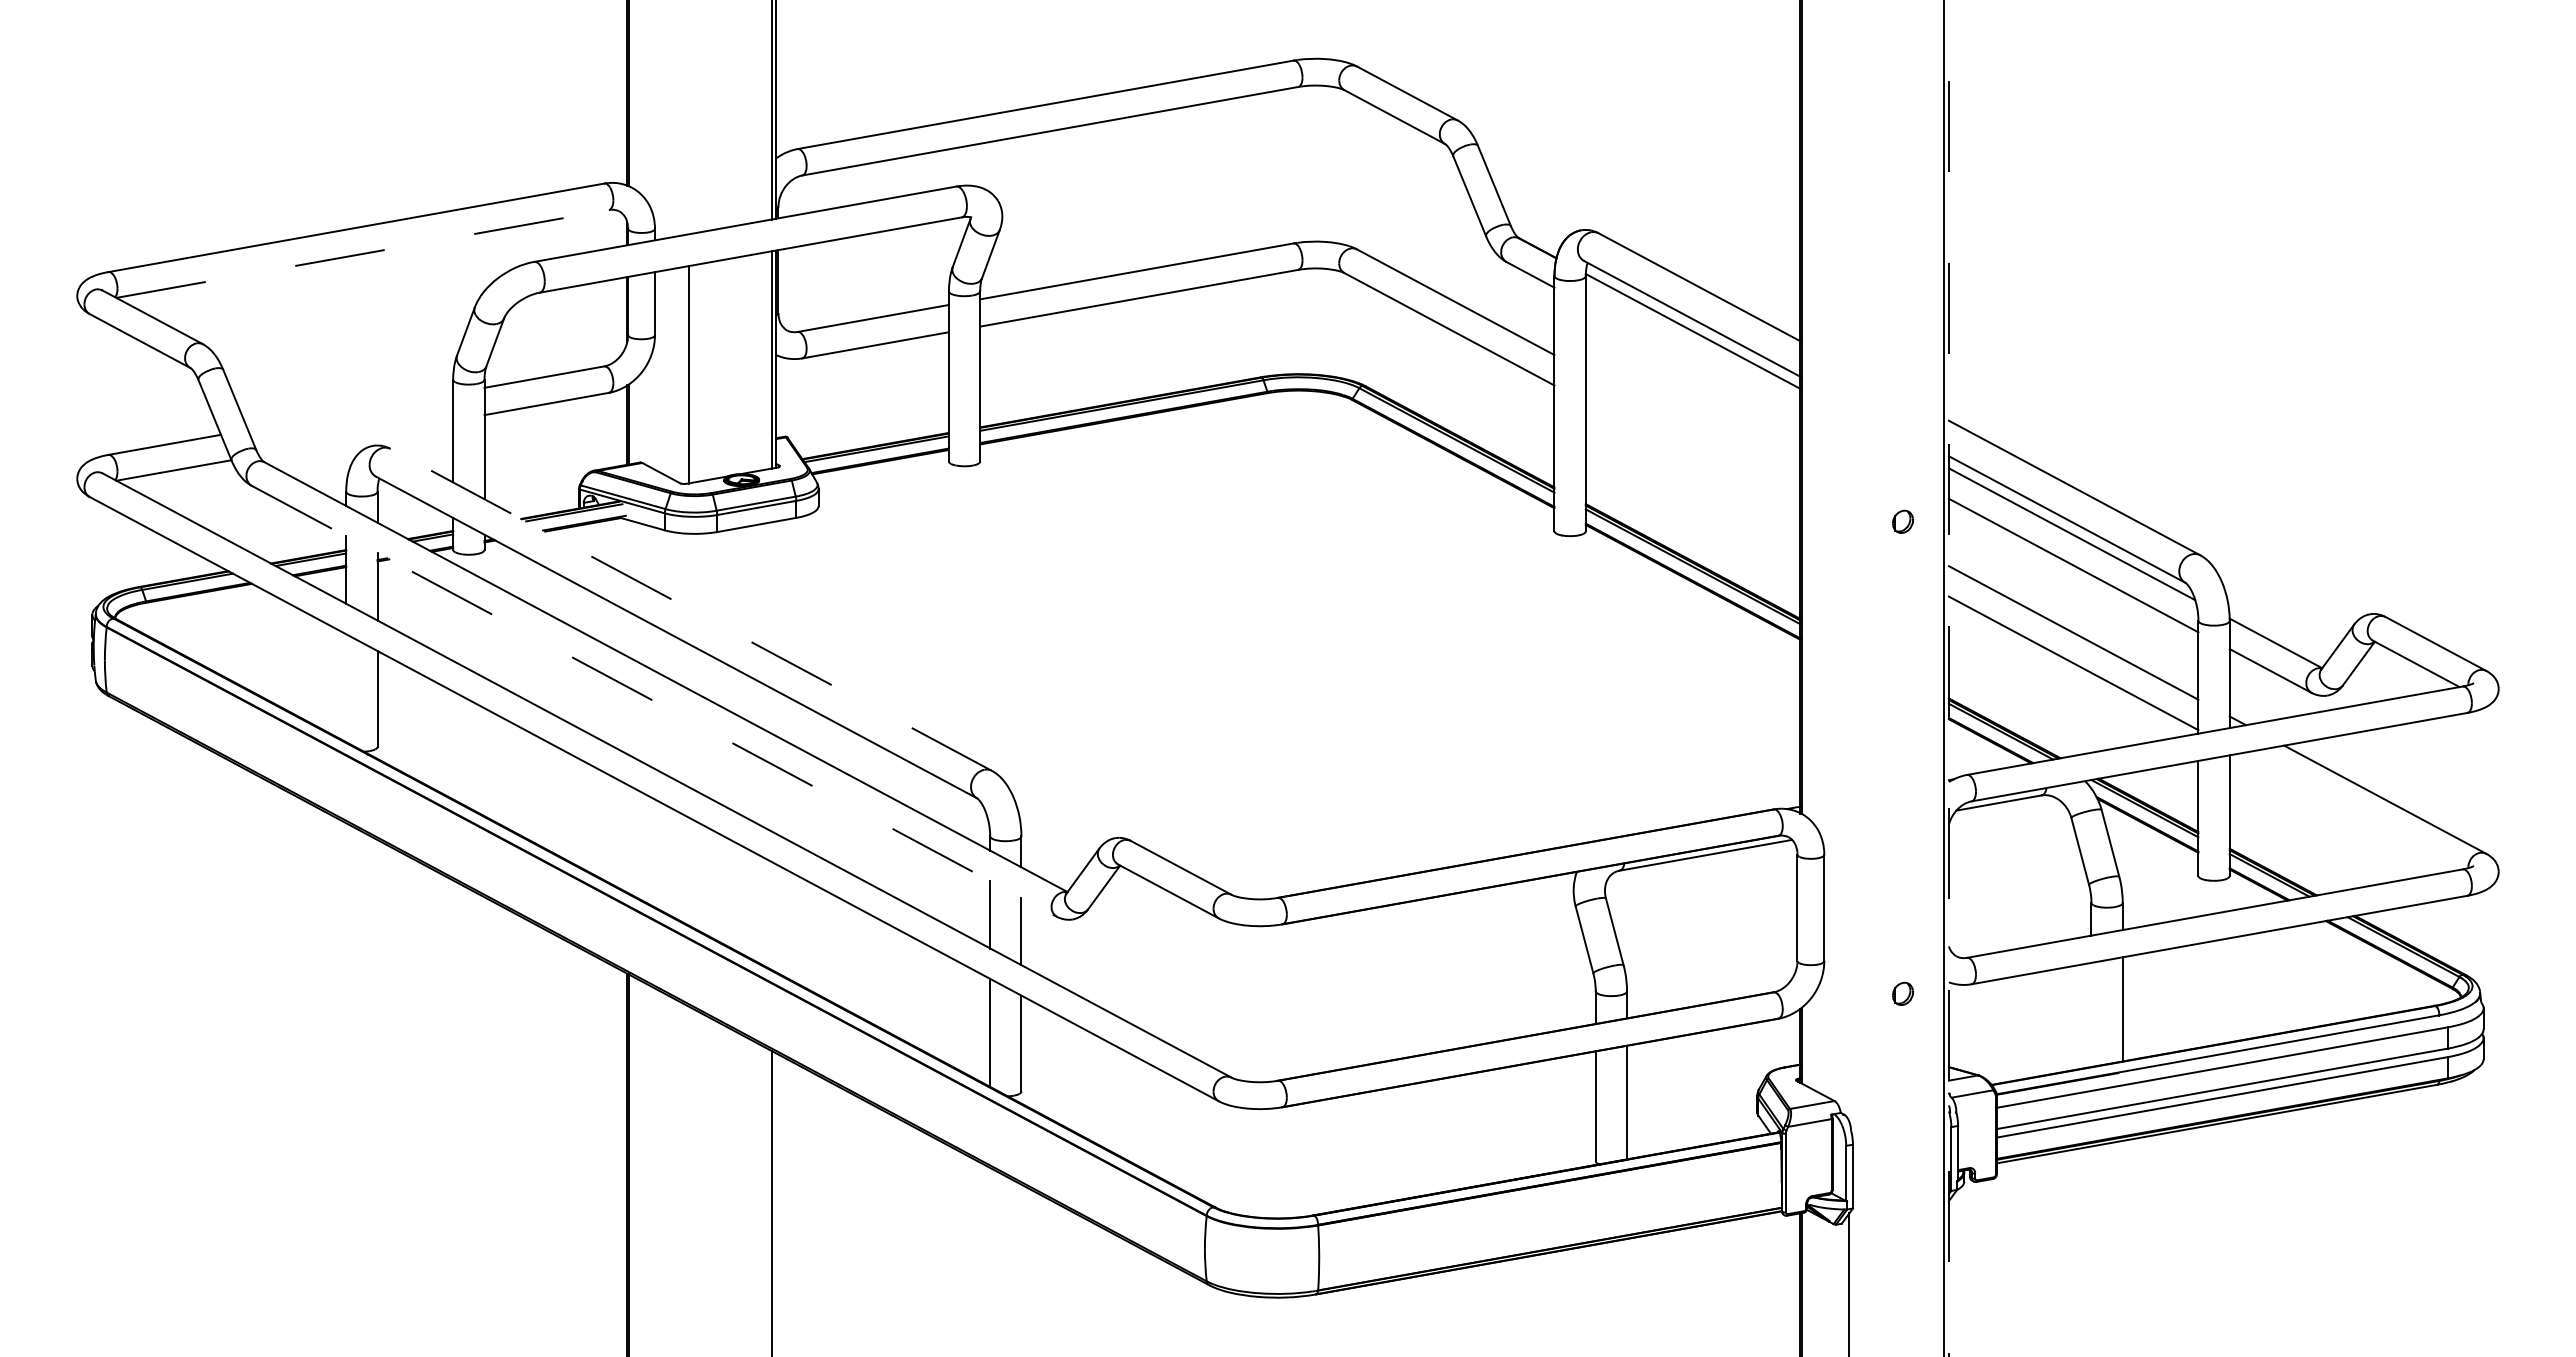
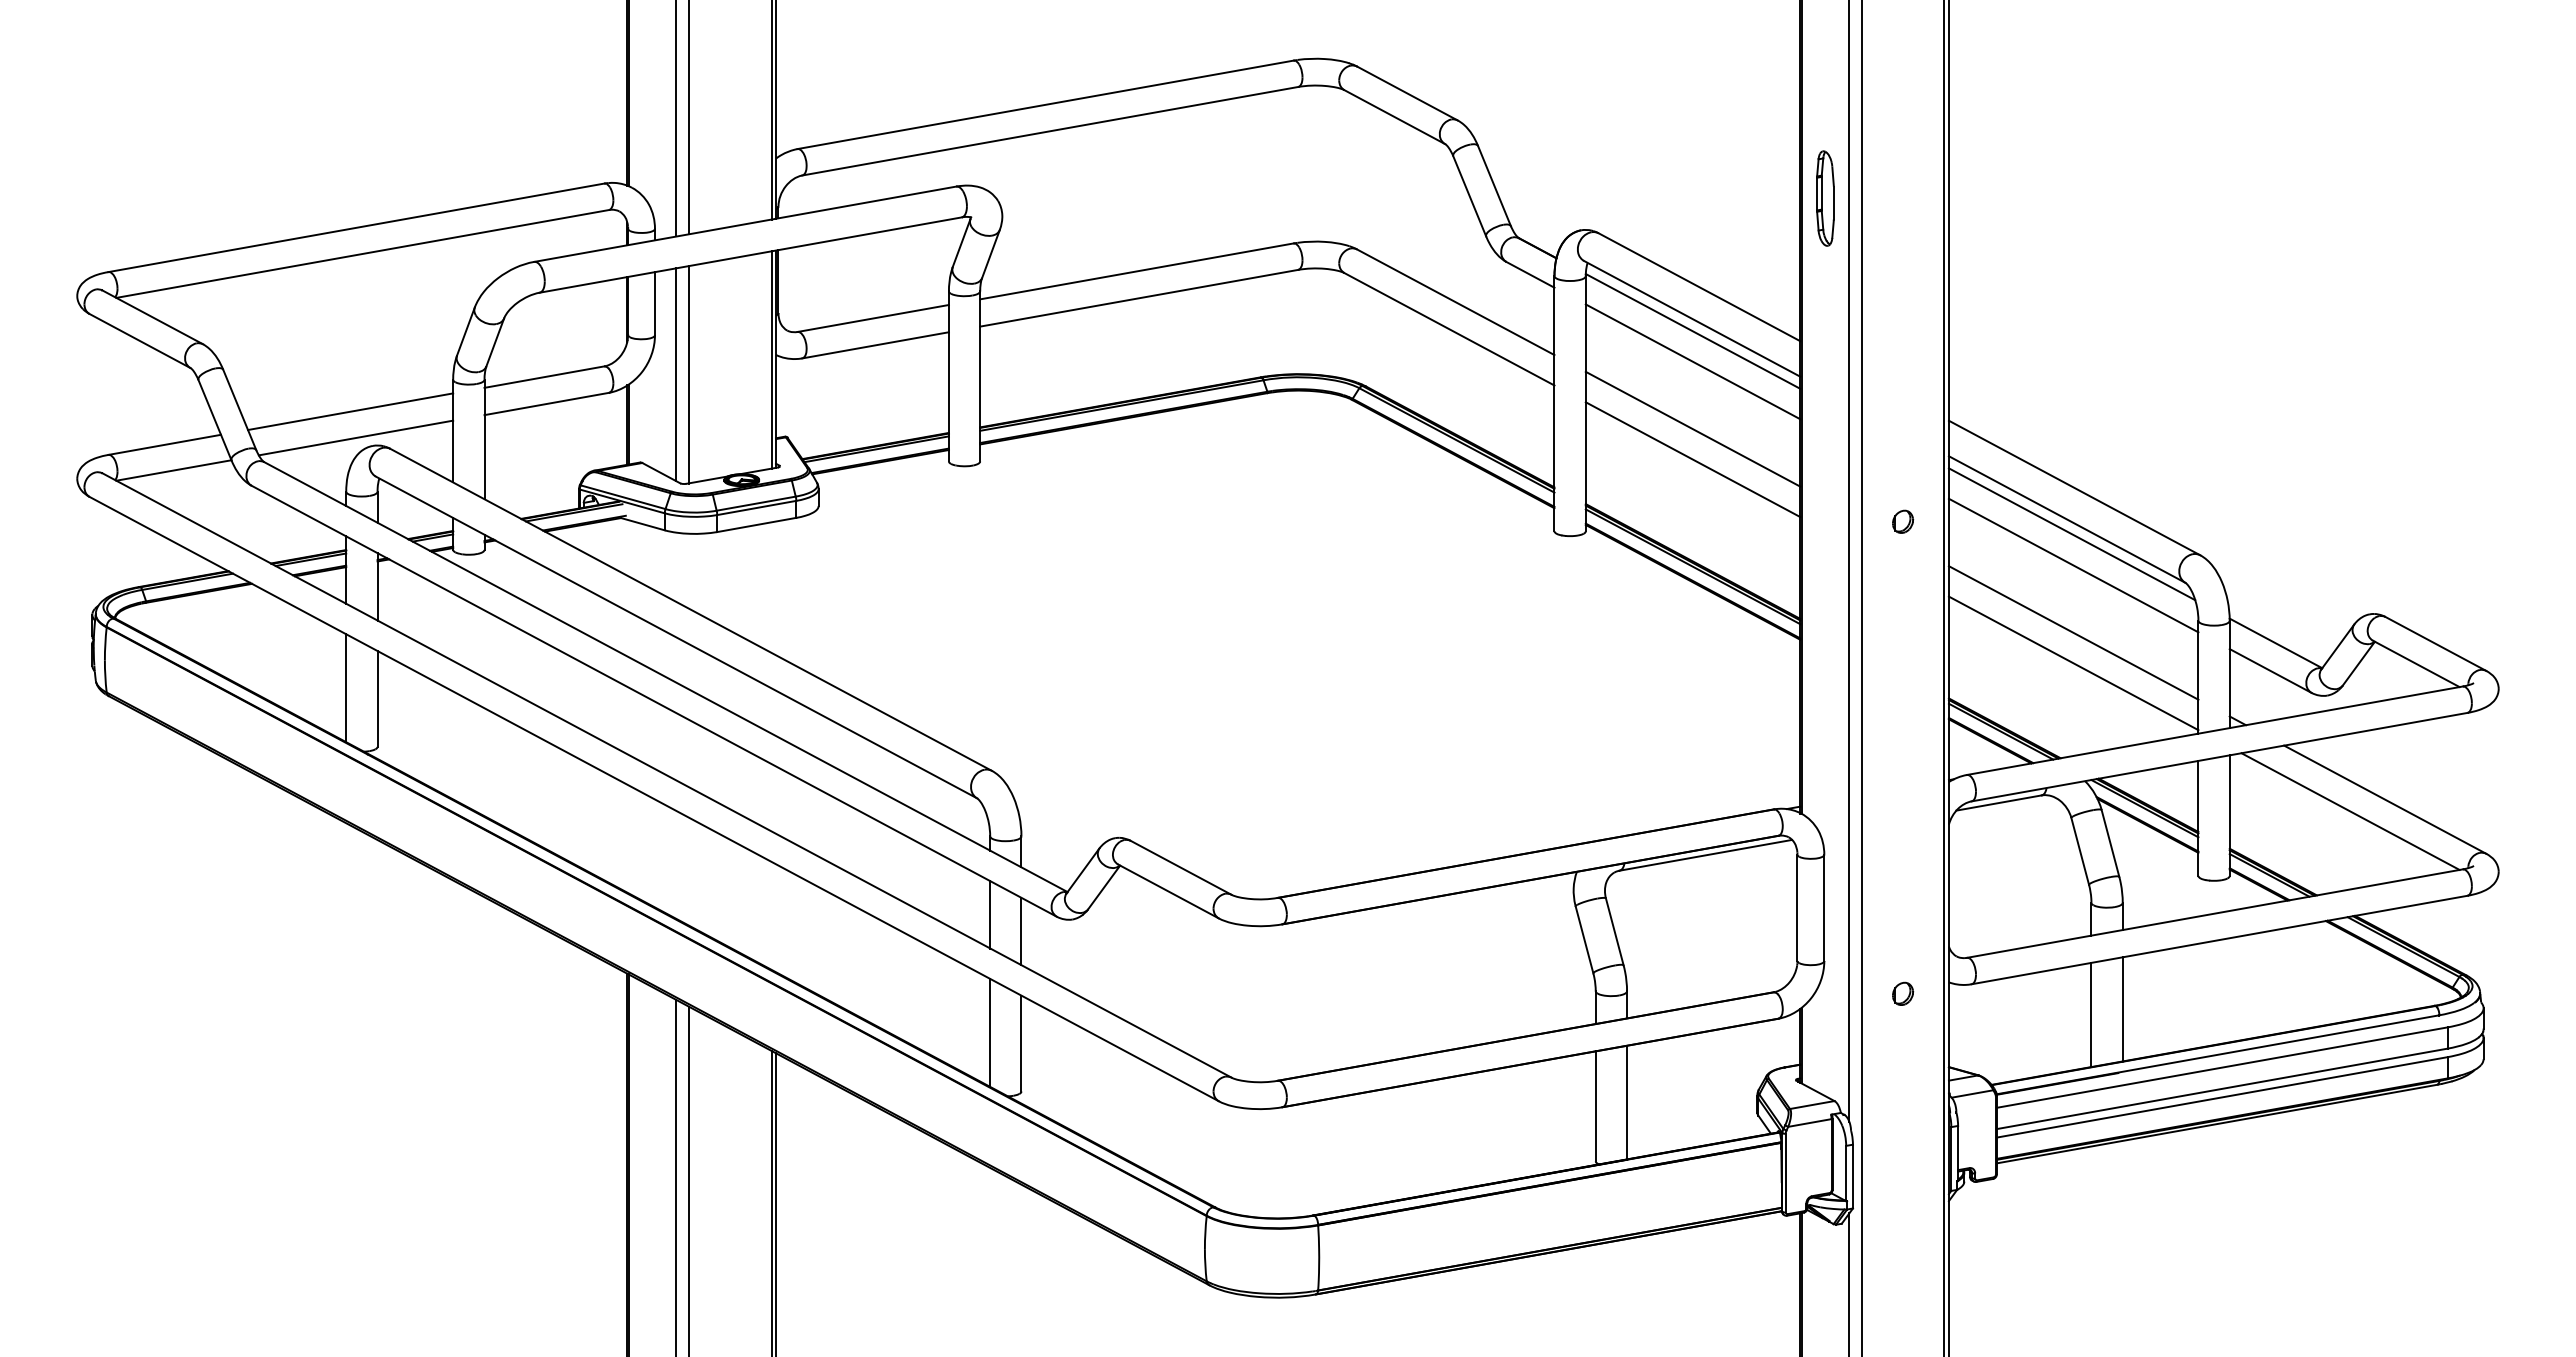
line at (688, 118): none -> present
line at (676, 119): none -> present
part at (1825, 198): none -> present
line at (363, 253): dashed -> solid
line at (1692, 361): none -> present
line at (676, 374): none -> present
line at (350, 411): none -> present
line at (1692, 428): none -> present
line at (355, 437): none -> present
line at (1692, 459): none -> present
line at (1849, 561): none -> present
line at (690, 609): dashed -> solid
line at (1861, 677): none -> present
line at (1948, 678): dashed -> solid
line at (346, 688): none -> present
line at (654, 701): dashed -> solid
line at (2350, 811): none -> present
line at (2091, 1014): none -> present
line at (676, 1176): none -> present
line at (688, 1179): none -> present
line at (776, 1203): none -> present
